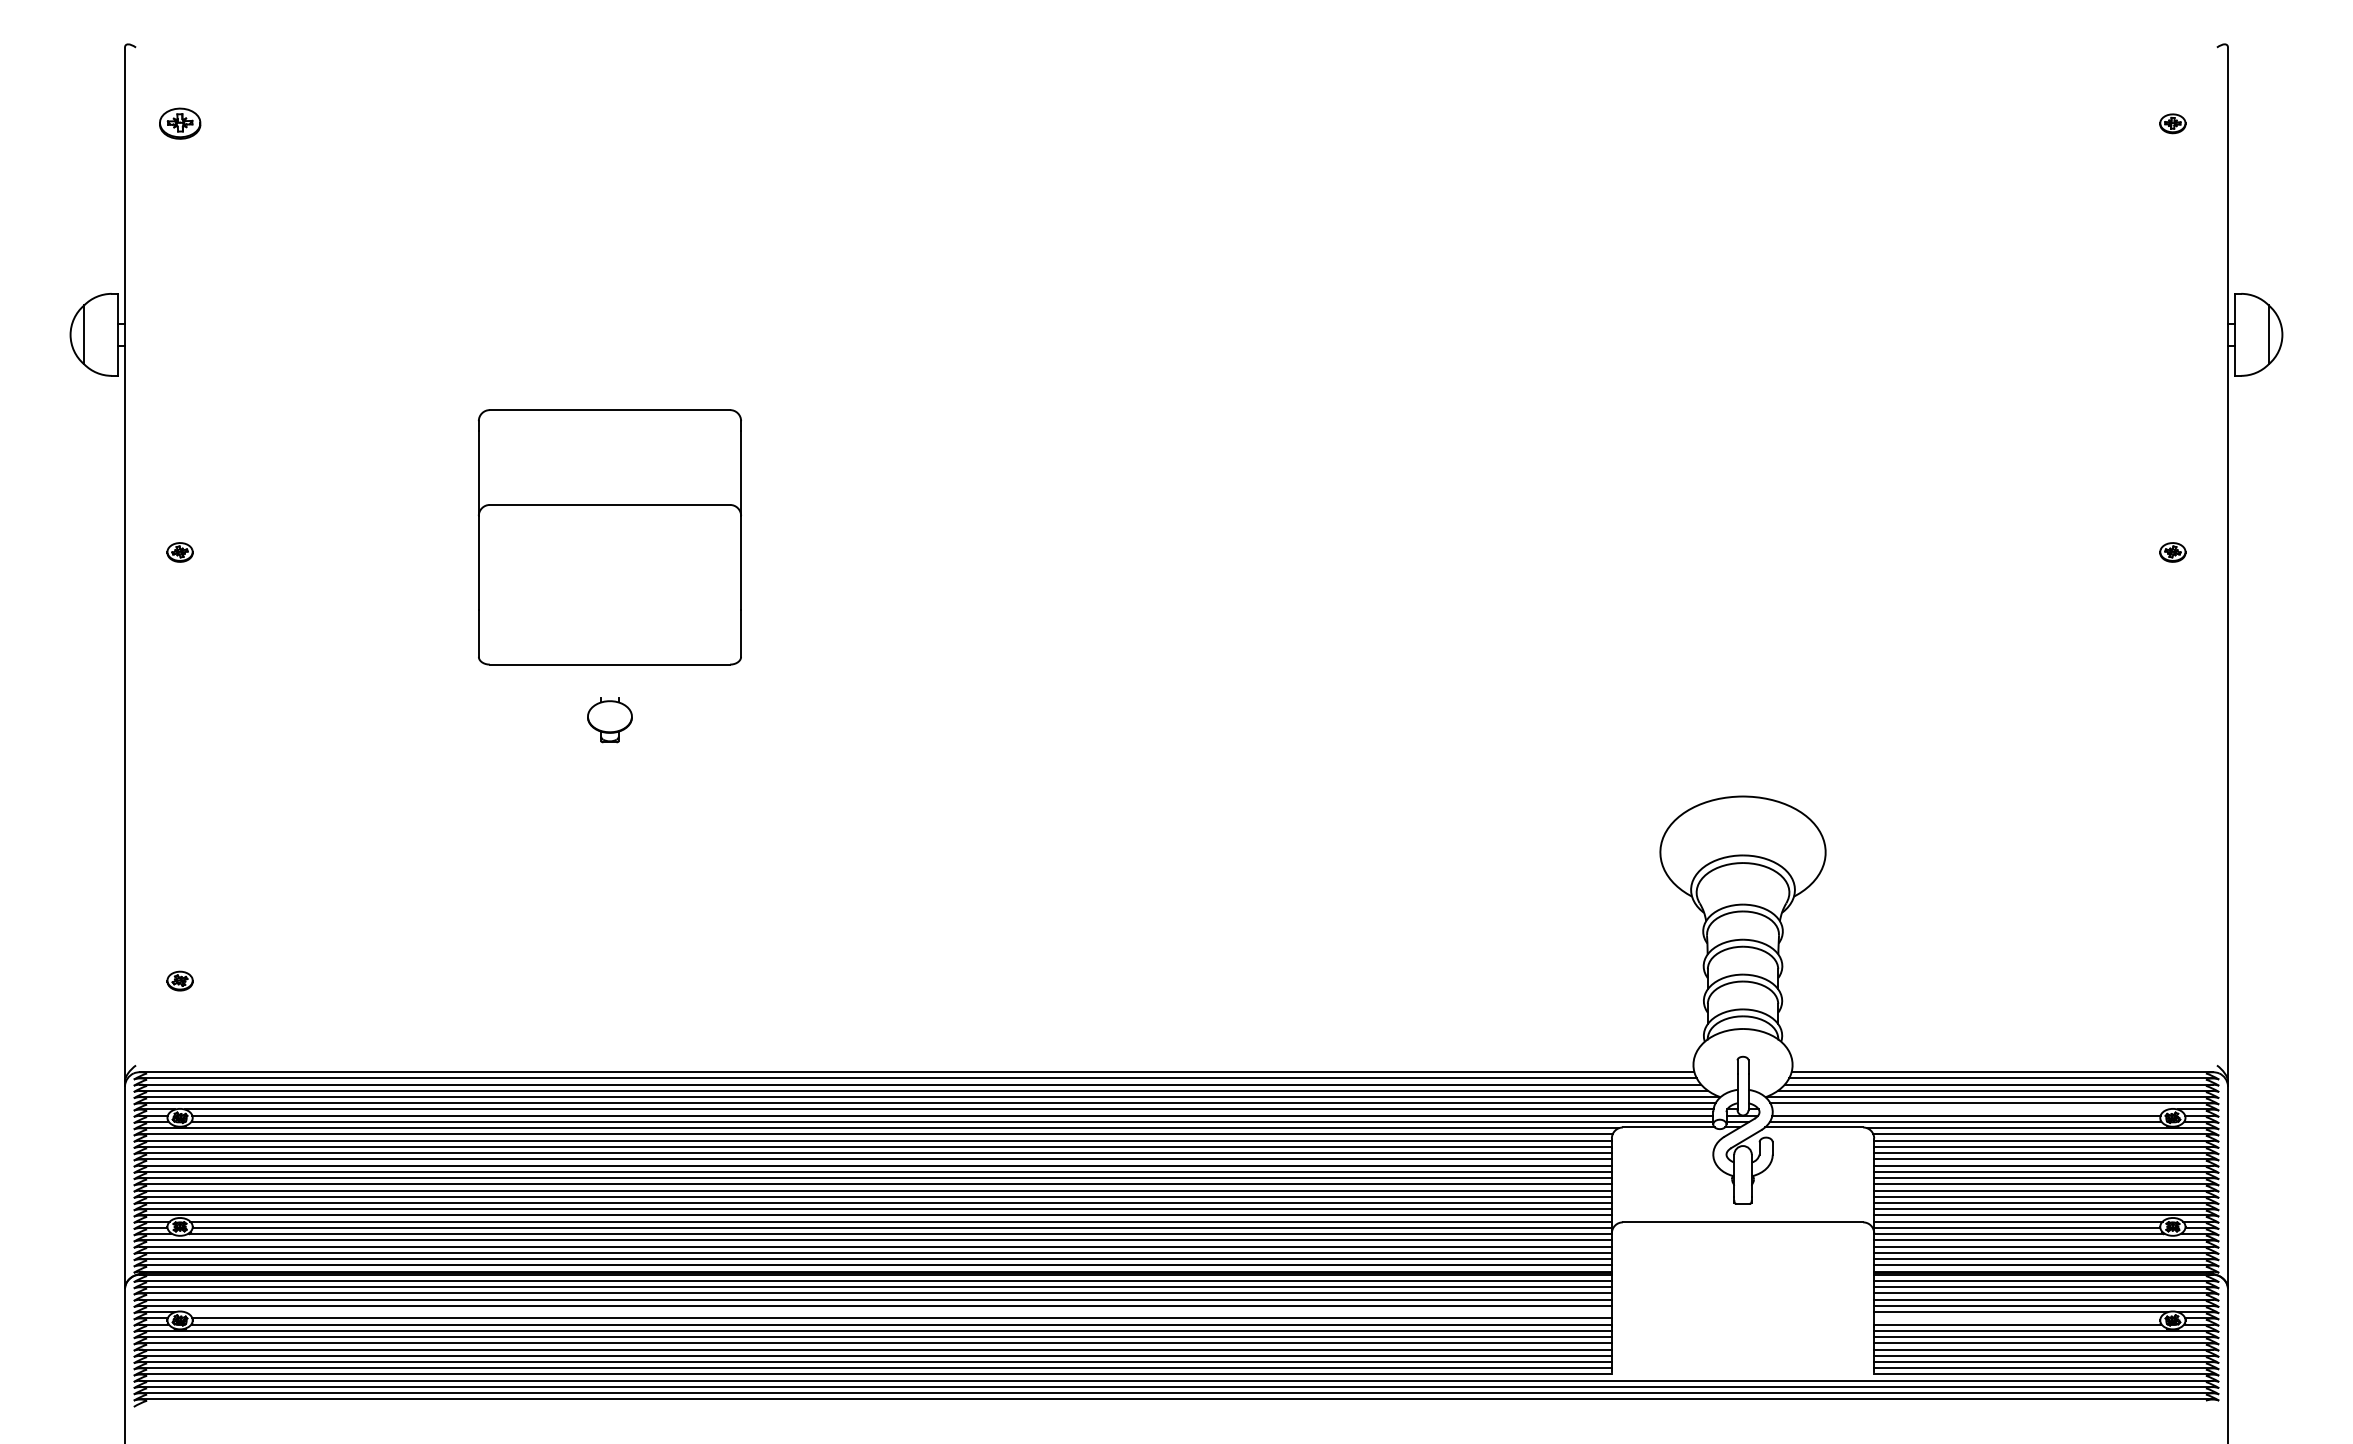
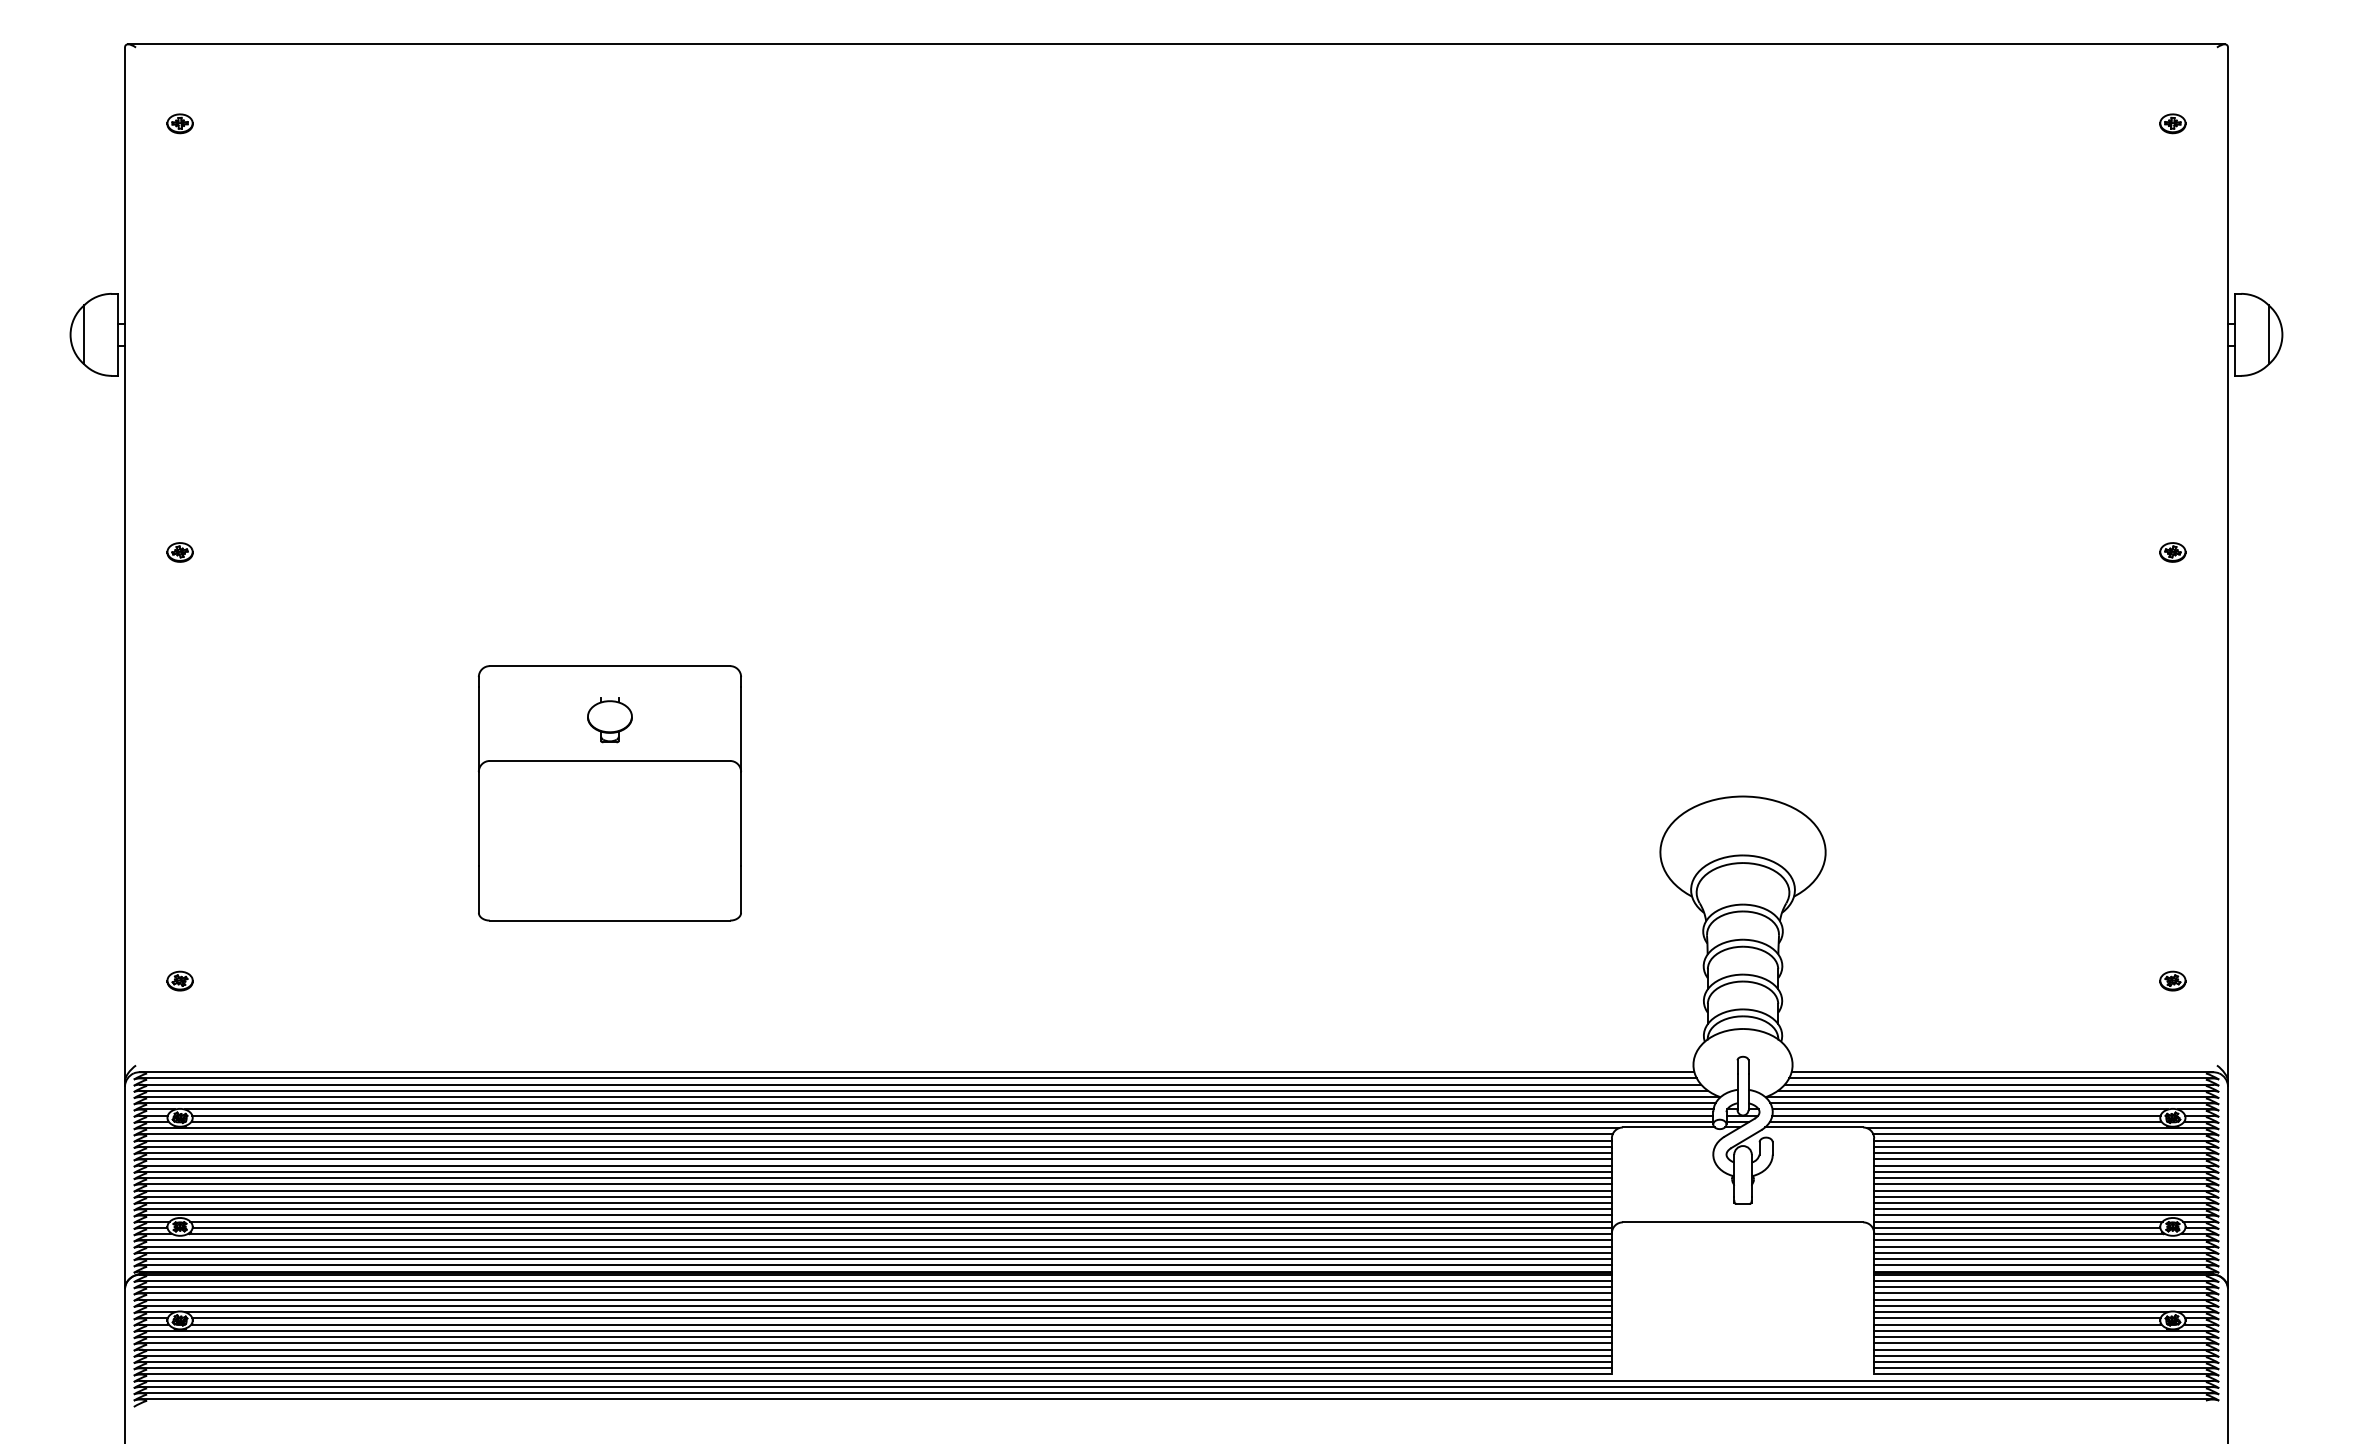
line at (1176, 44): none -> present
part at (180, 123) size: 43x33 px -> 28x22 px
part at (609, 537) position: (609, 537) -> (609, 793)
part at (2172, 980): none -> present
line at (1970, 1109): none -> present
line at (897, 1312): none -> present
line at (2017, 1318): none -> present
